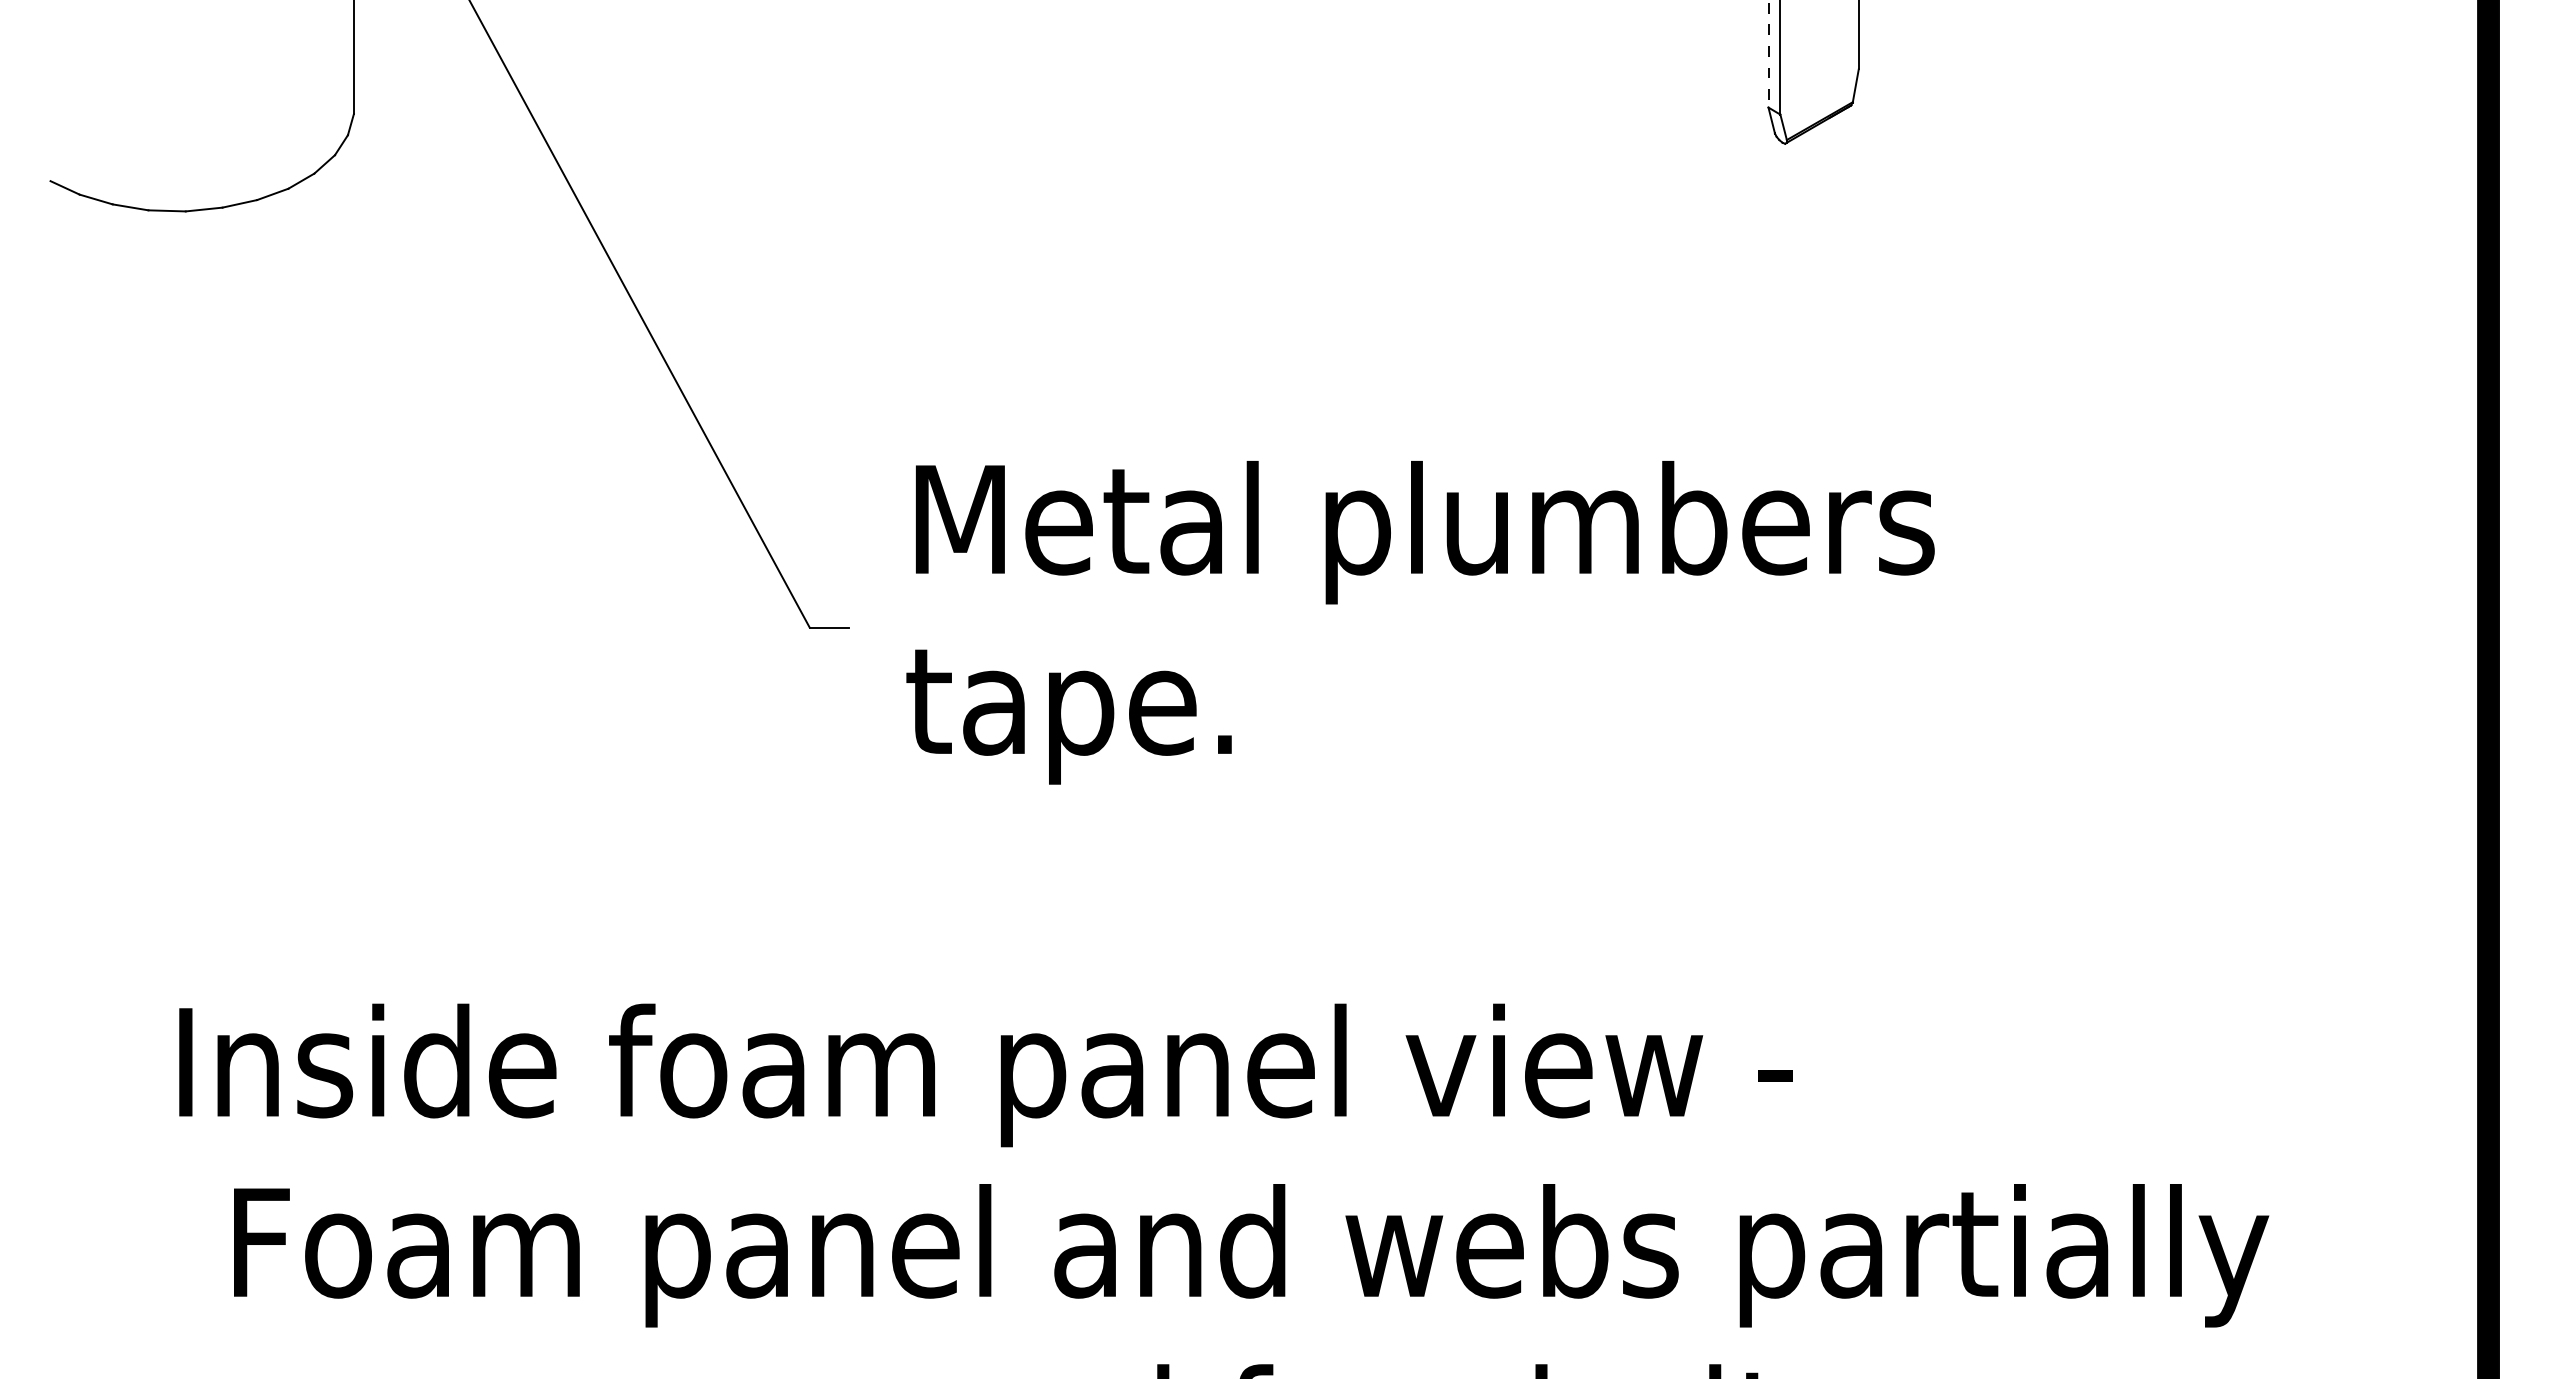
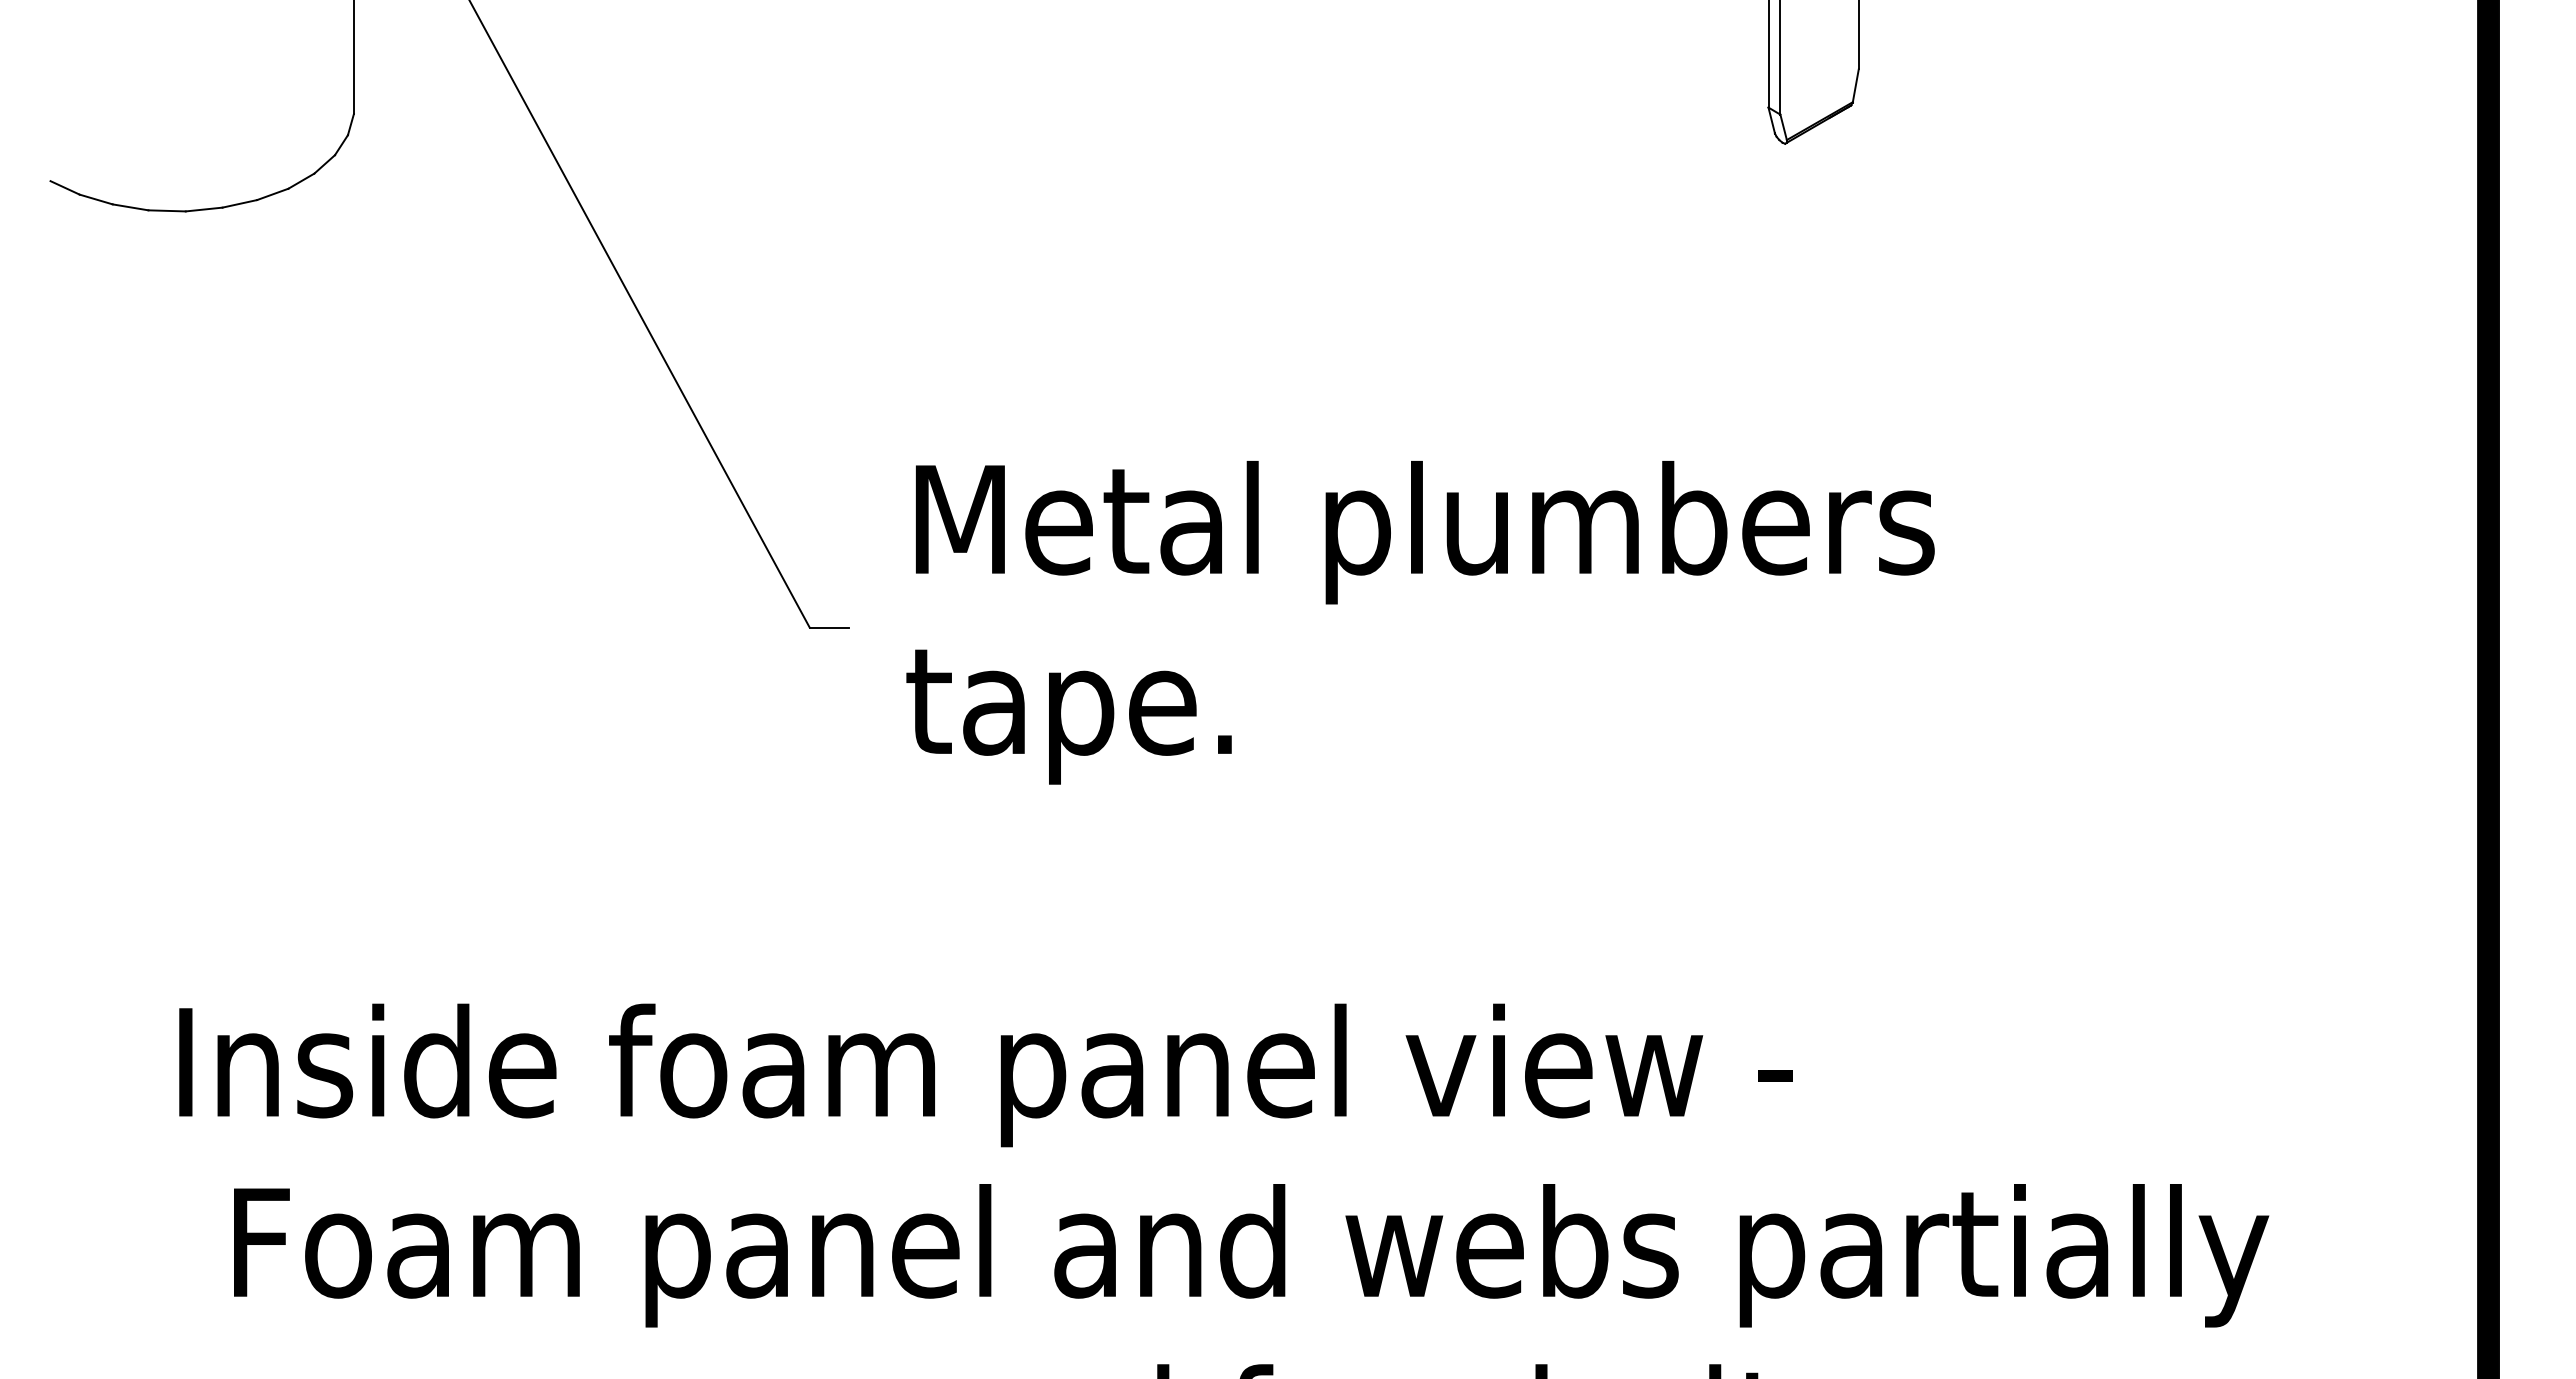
line at (1768, 54): dashed -> solid
